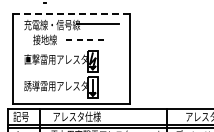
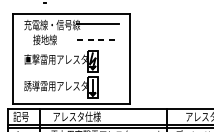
line at (71, 13): dashed -> solid
line at (82, 39) position: (82, 39) -> (93, 39)
